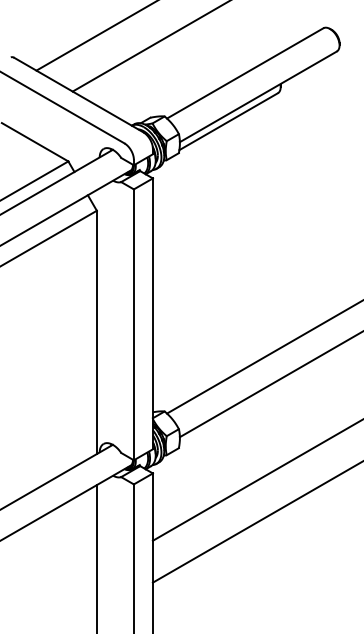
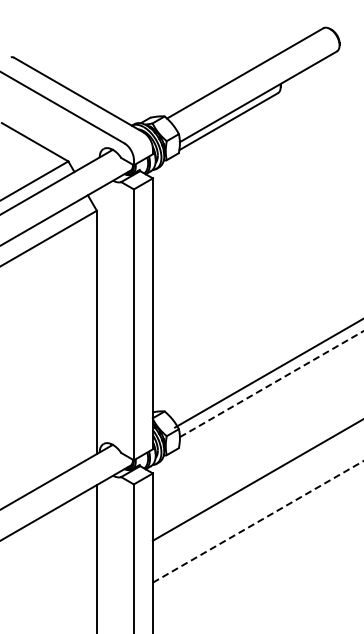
line at (95, 36): present -> none
line at (149, 46): present -> none
line at (263, 357) position: (263, 357) -> (267, 373)
line at (271, 384): solid -> dashed
line at (258, 521): solid -> dashed
